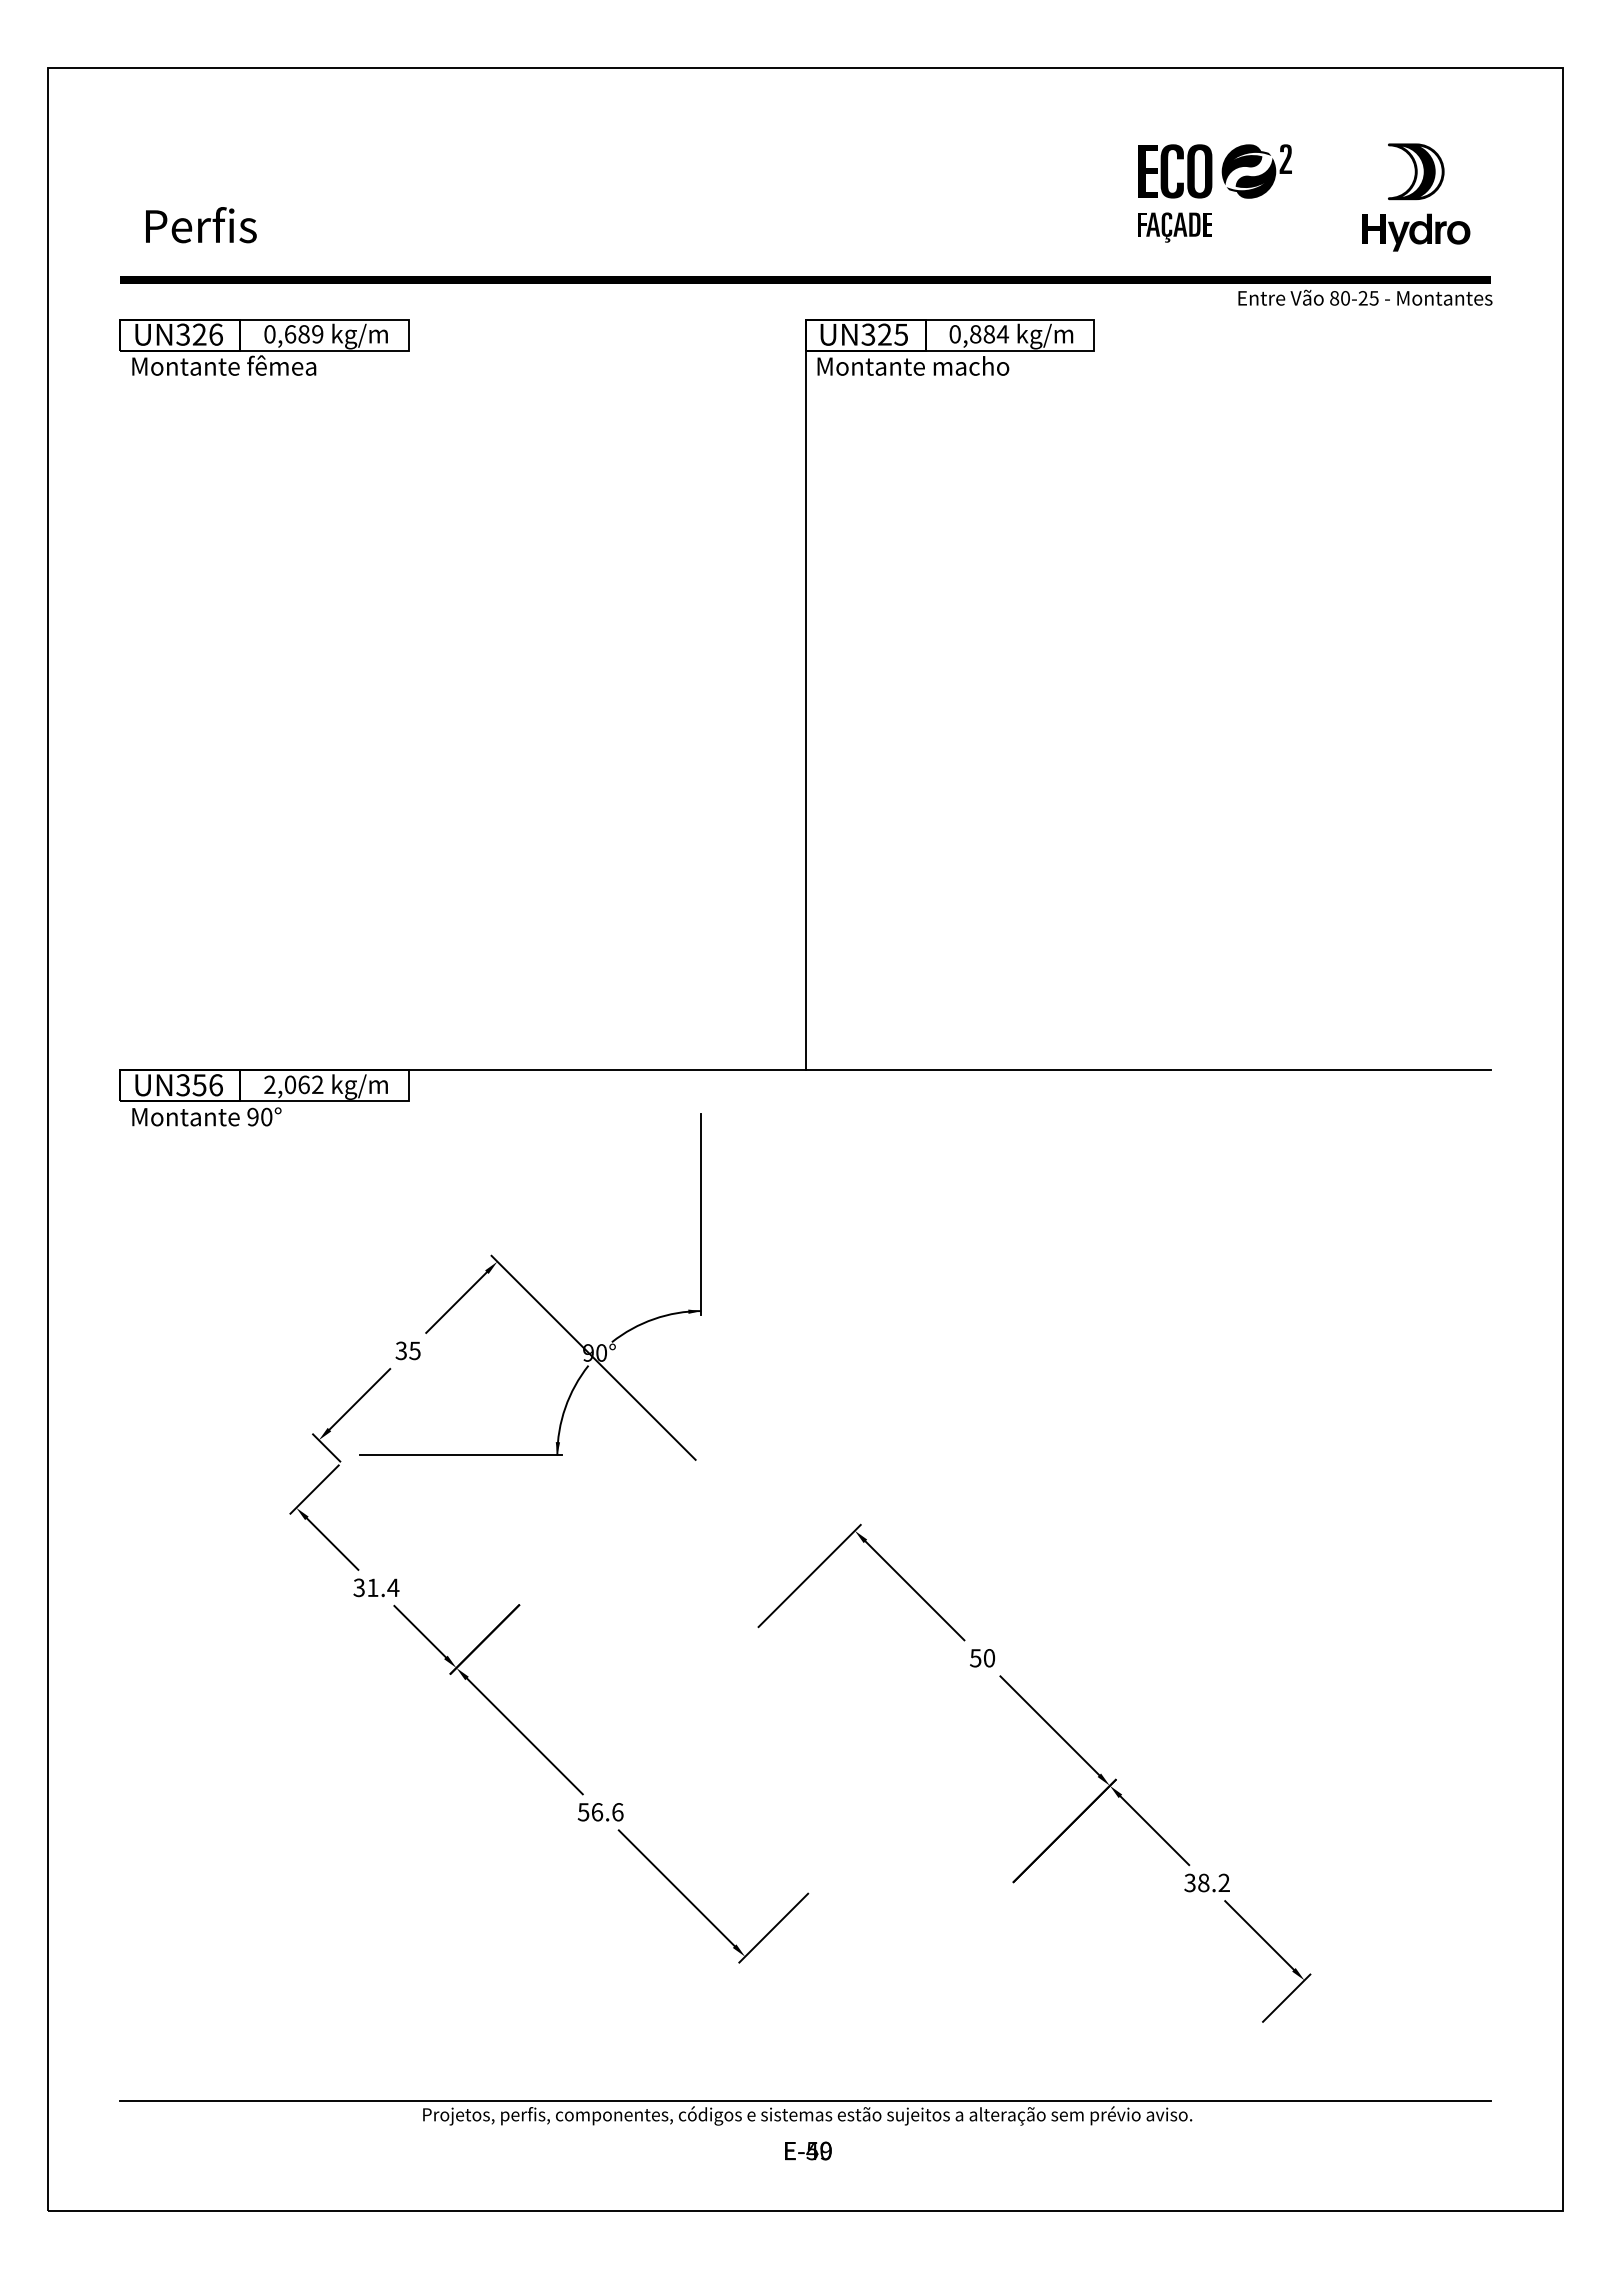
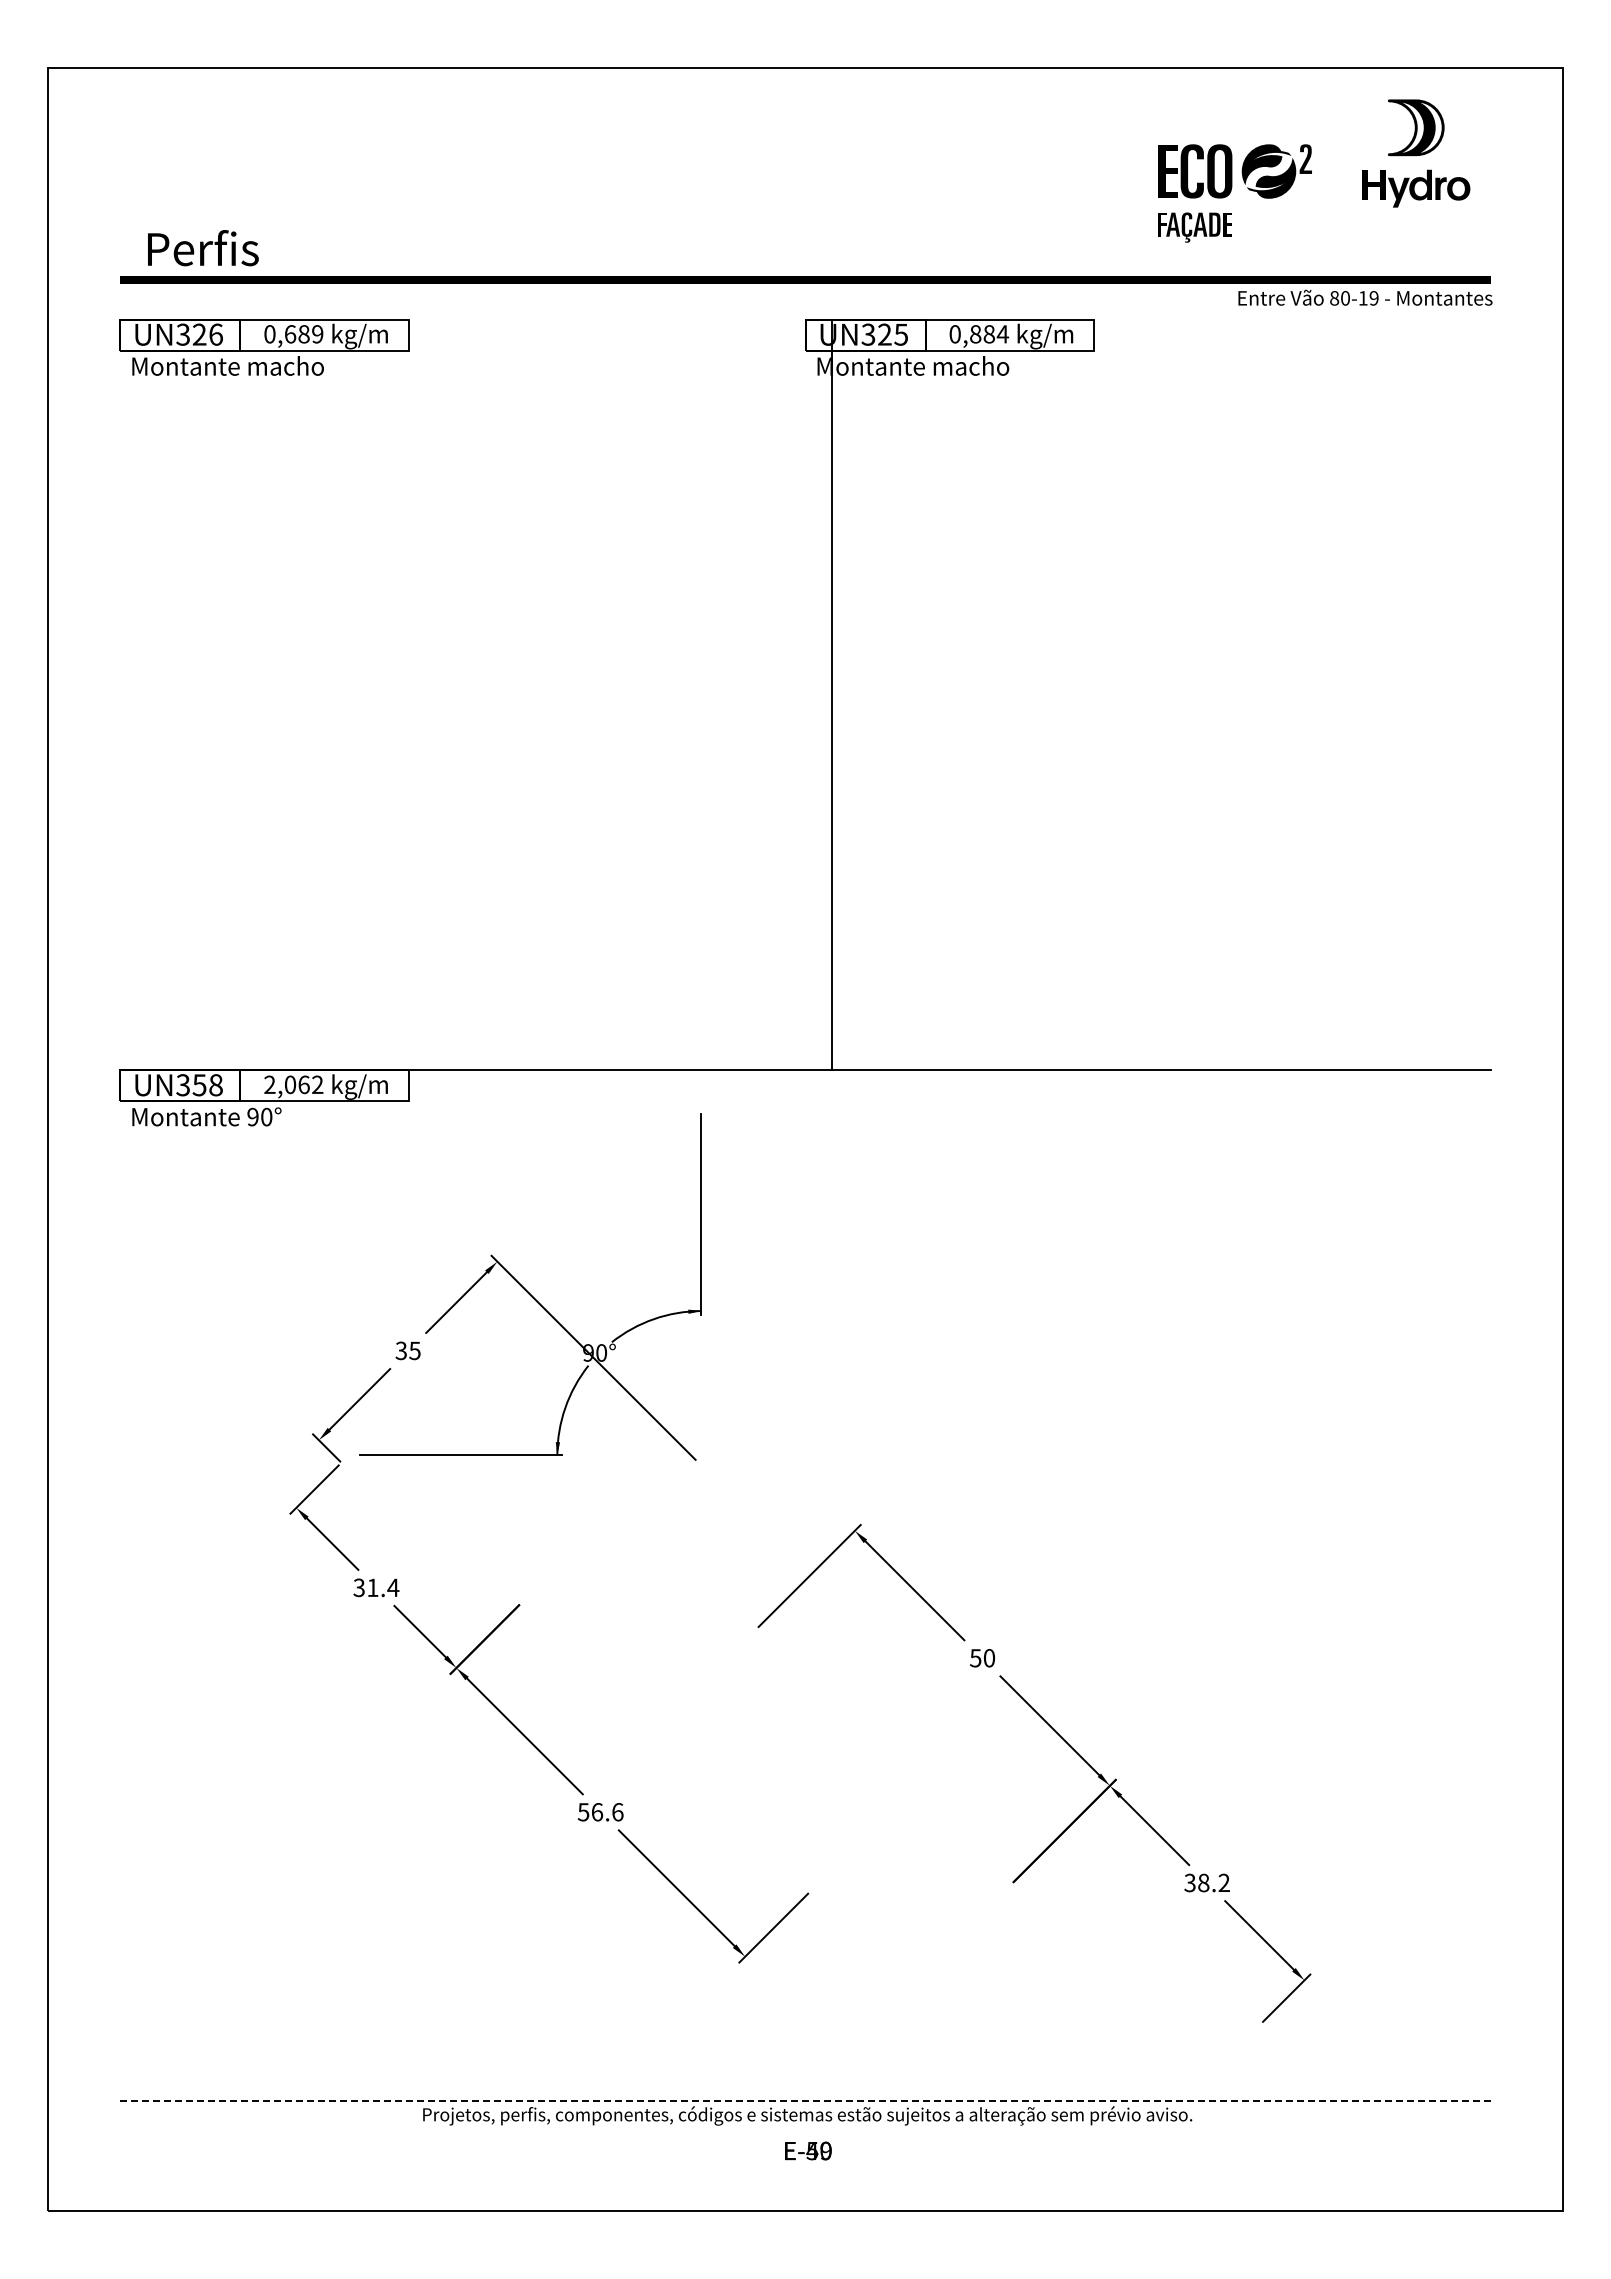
part at (1214, 193) position: (1214, 193) -> (1234, 193)
part at (1416, 197) position: (1416, 197) -> (1416, 153)
text at (201, 225) position: (201, 225) -> (203, 248)
text at (1368, 298): 80-25 -> 80-19
text at (285, 365): Montante fêmea -> Montante macho
line at (805, 694) position: (805, 694) -> (831, 694)
text at (215, 1085): UN356 -> UN358
line at (805, 2100): solid -> dashed
